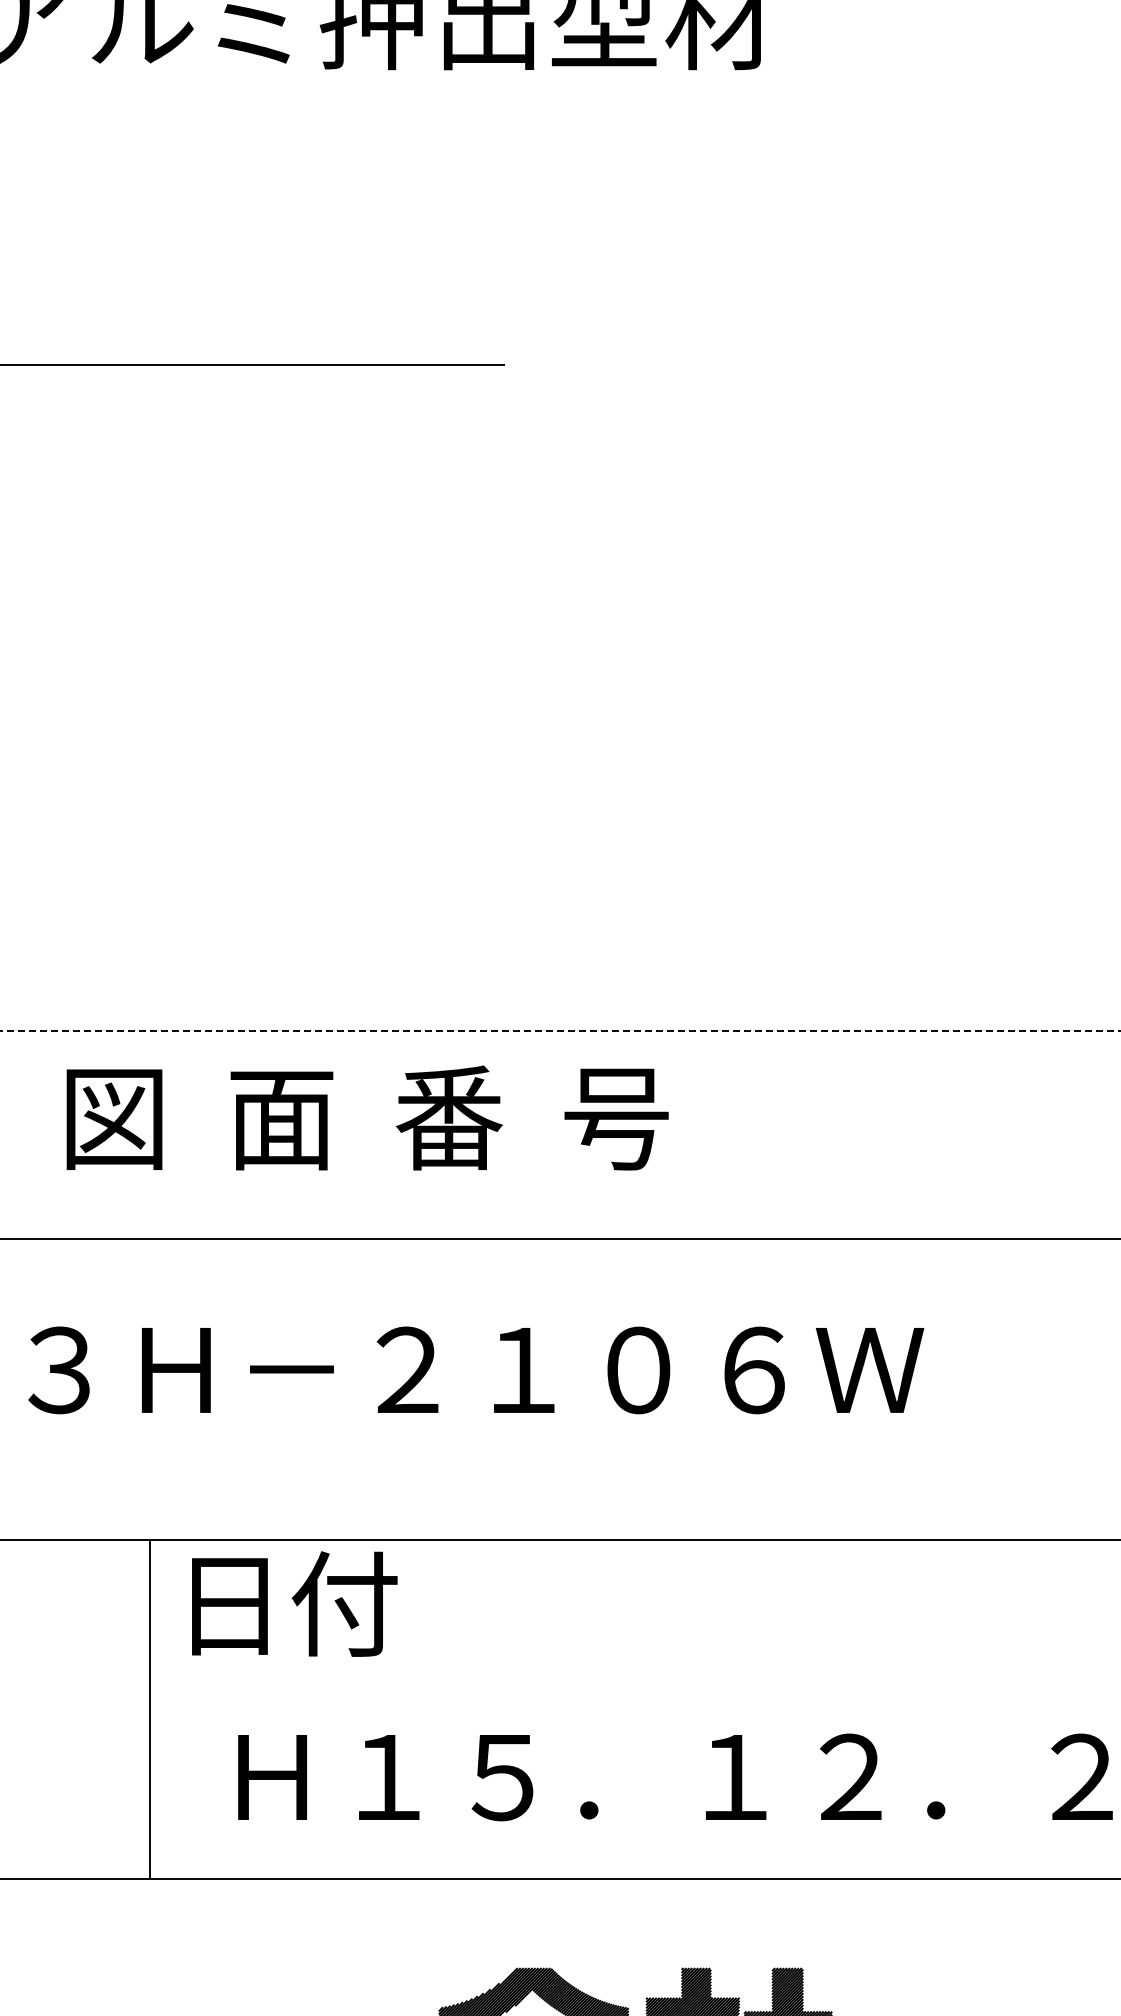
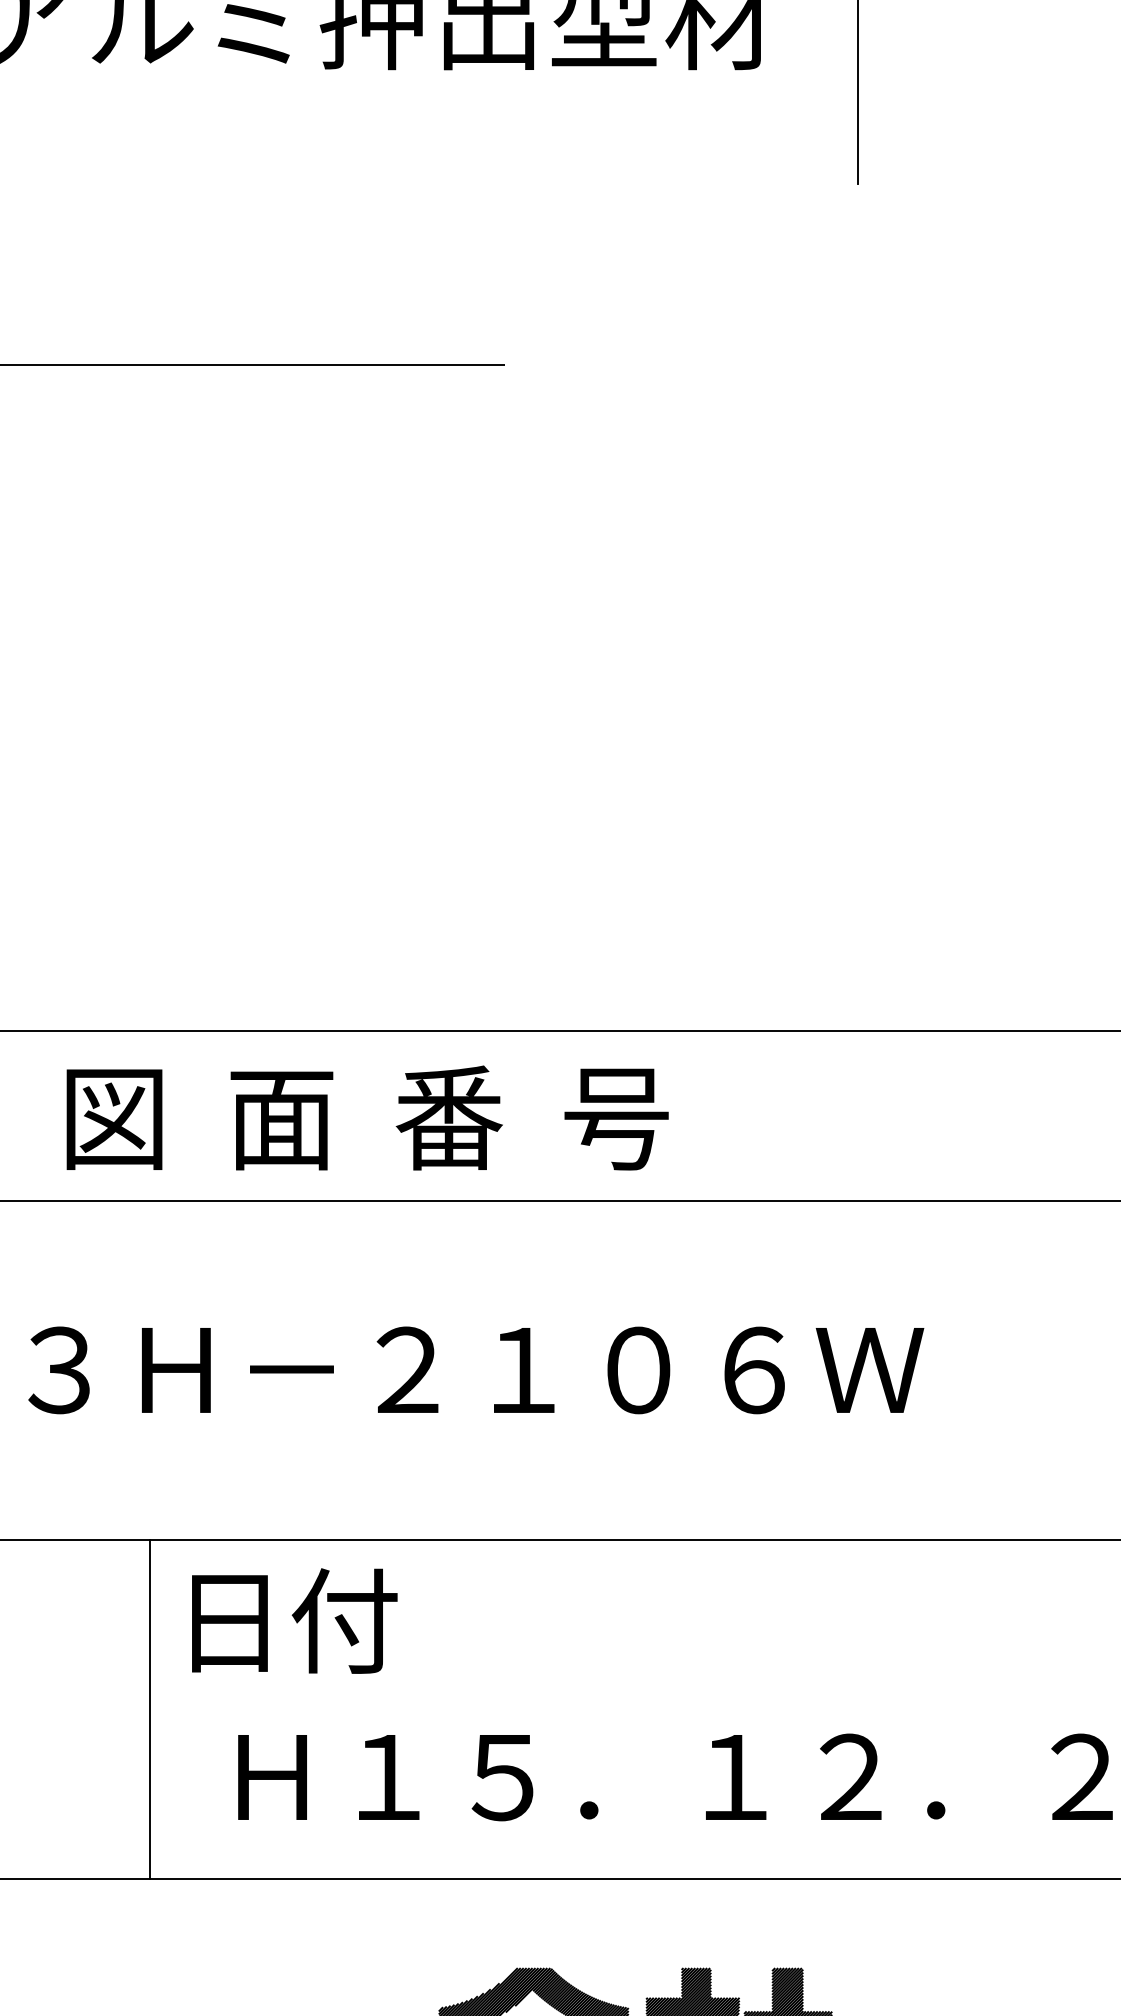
line at (857, 93): none -> present
line at (560, 1031): dashed -> solid
line at (559, 1239) position: (559, 1239) -> (559, 1201)
text at (294, 1603) position: (294, 1603) -> (294, 1620)
